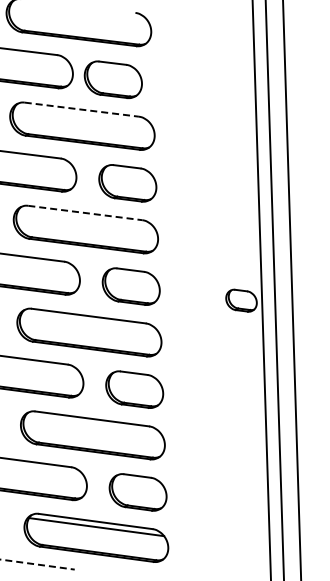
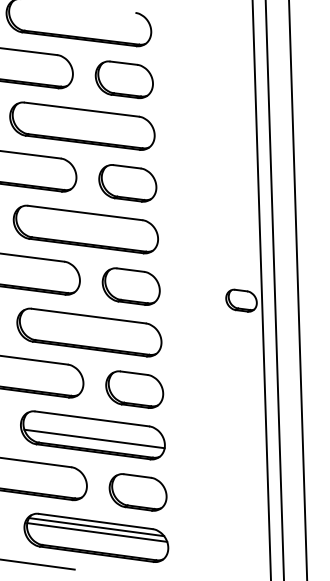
part at (112, 79) position: (112, 79) -> (123, 79)
line at (82, 109): dashed -> solid
line at (85, 213): dashed -> solid
line at (292, 289) position: (292, 289) -> (298, 289)
line at (94, 438): none -> present
line at (97, 532): none -> present
line at (37, 564): dashed -> solid
